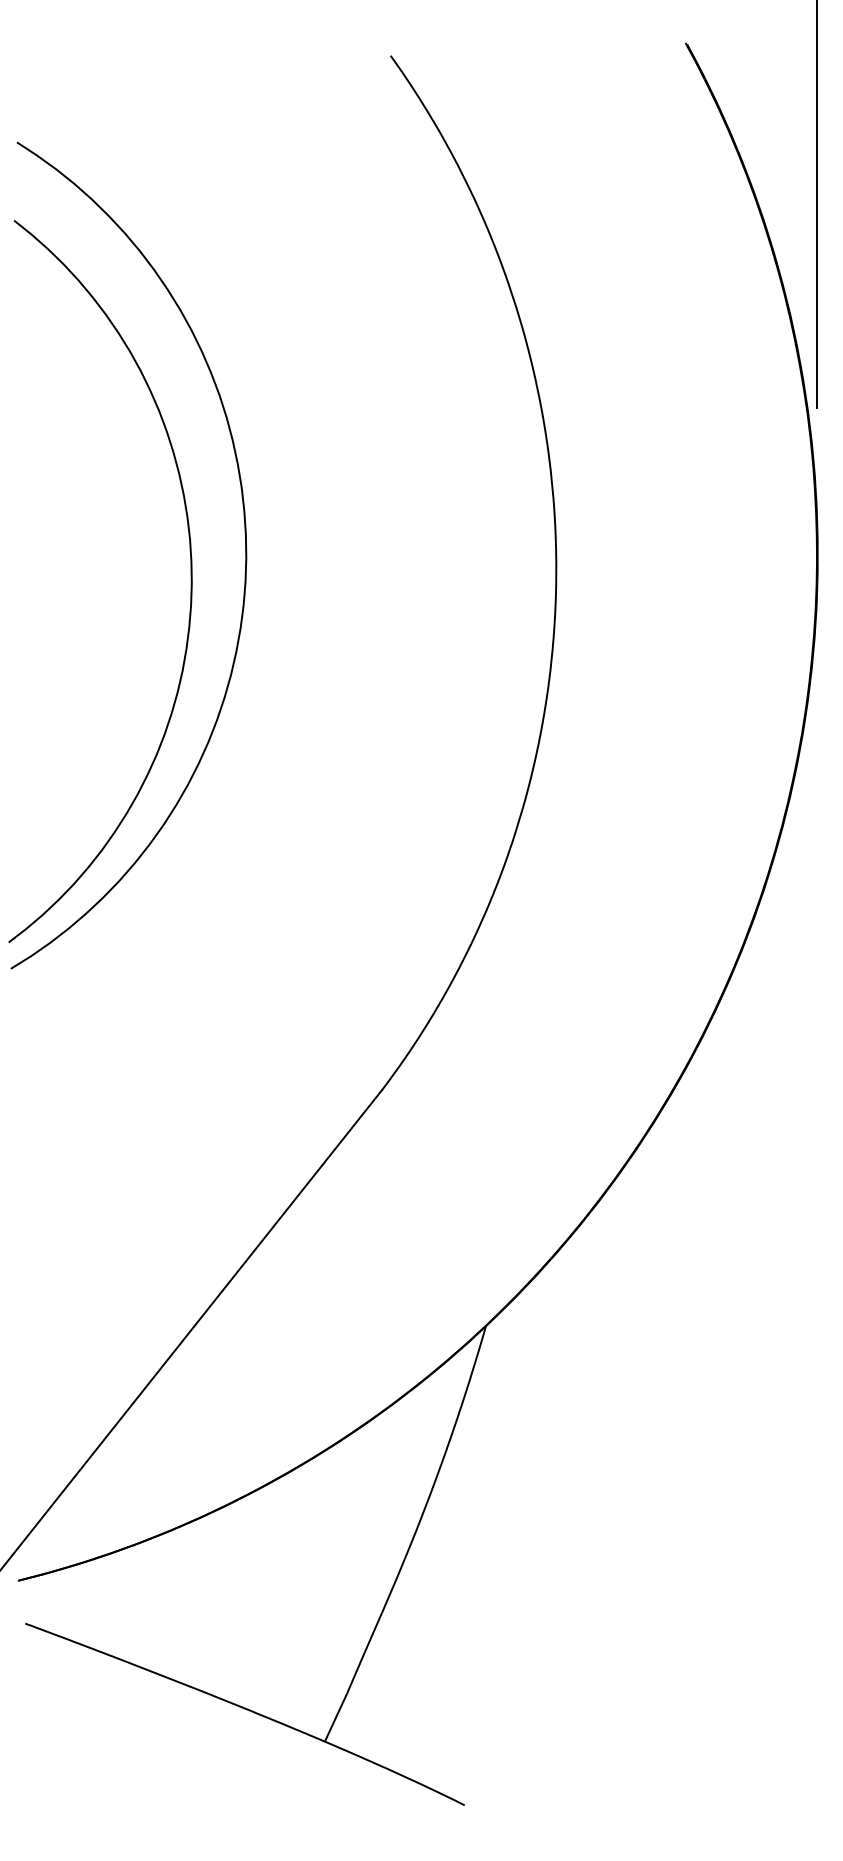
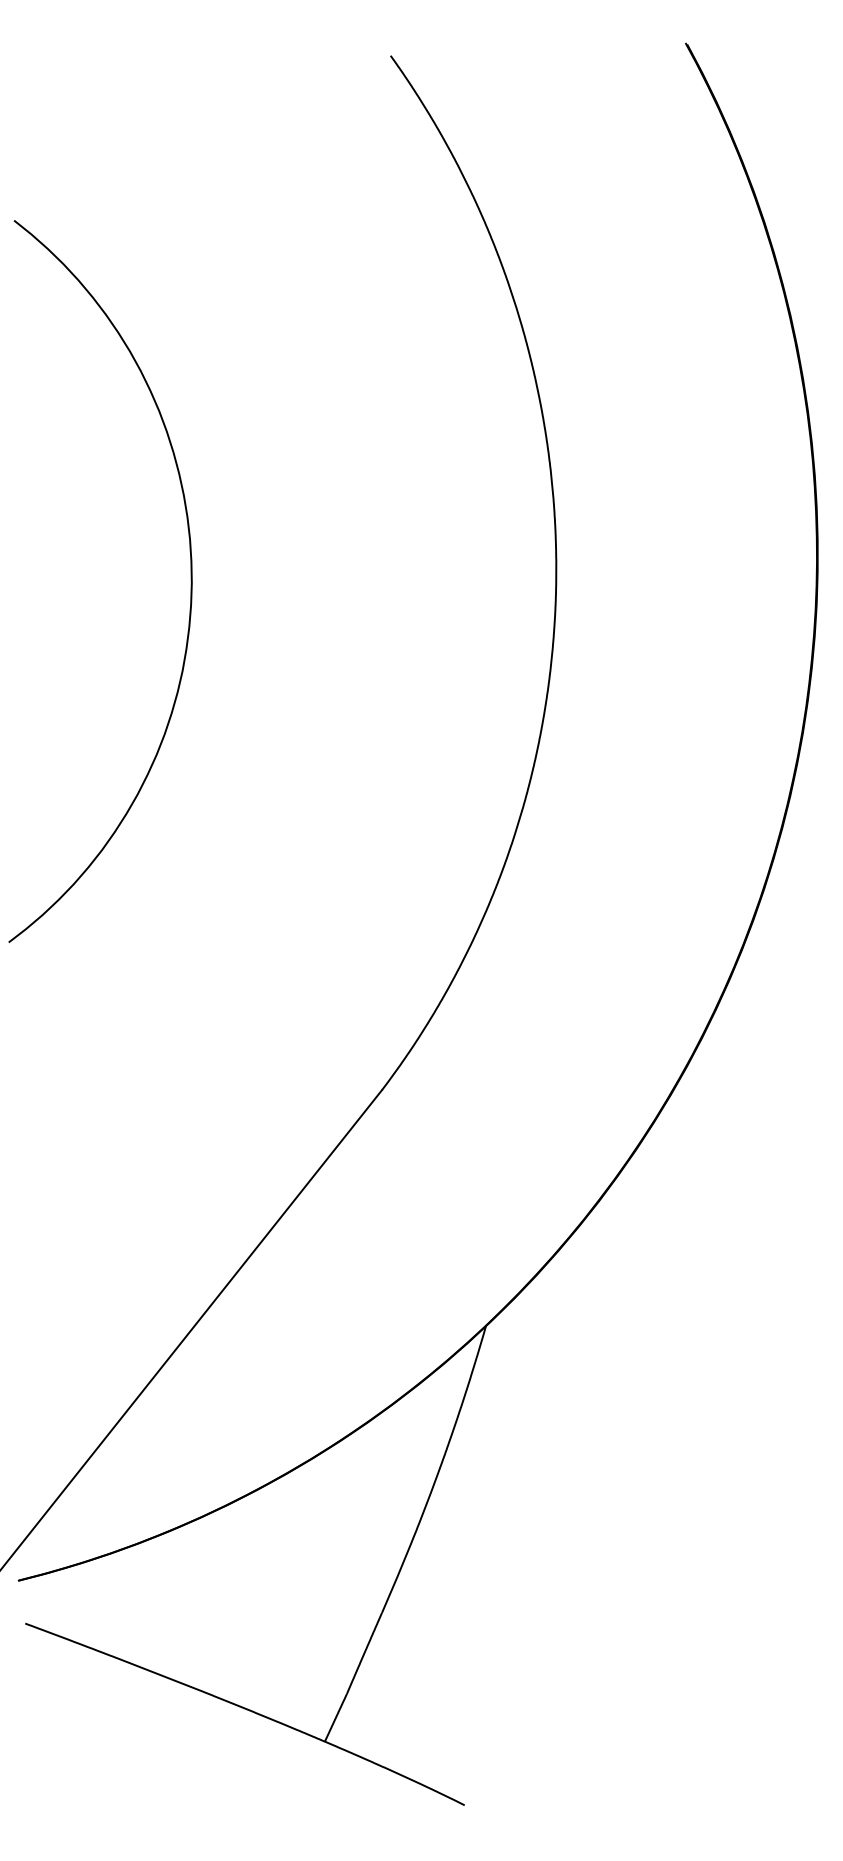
line at (817, 205): present -> none
curve at (245, 555): present -> none
